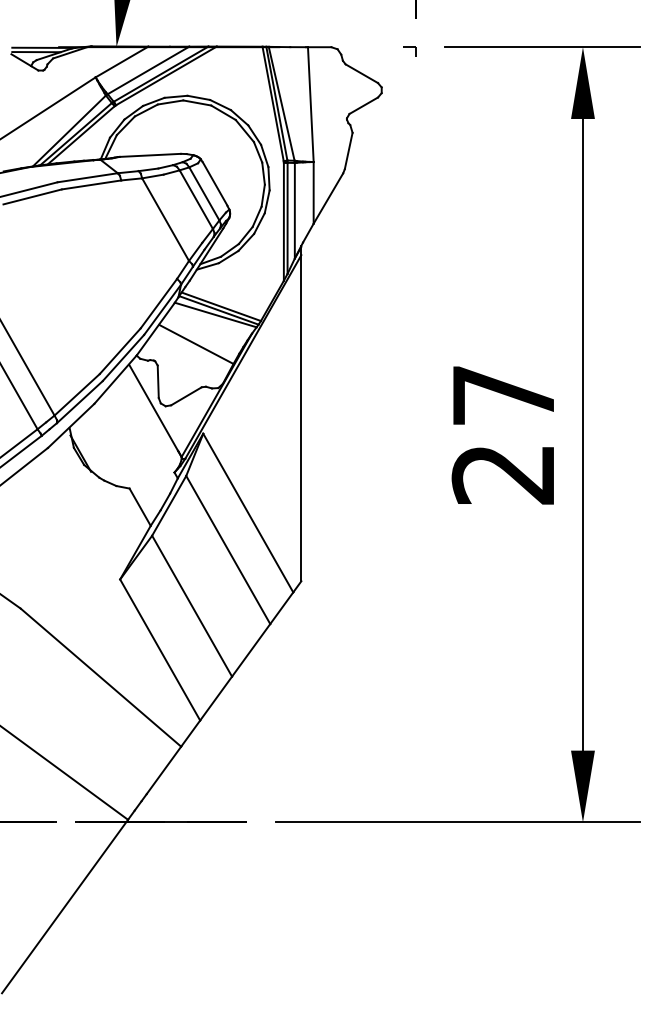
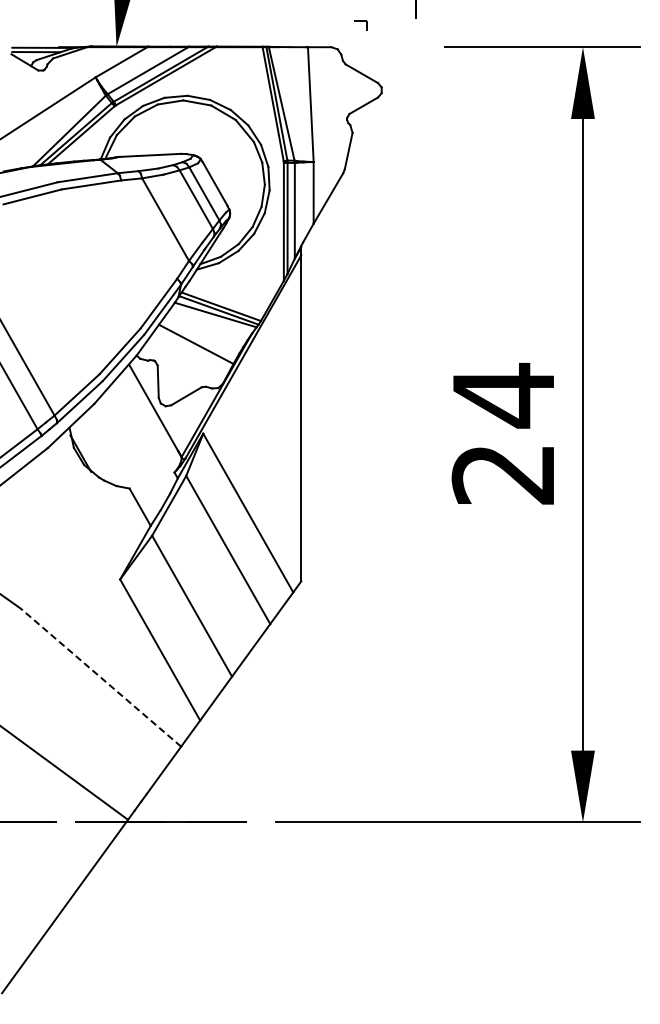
part at (409, 51) position: (409, 51) -> (360, 25)
text at (503, 395): 27 -> 24
line at (100, 677): solid -> dashed
